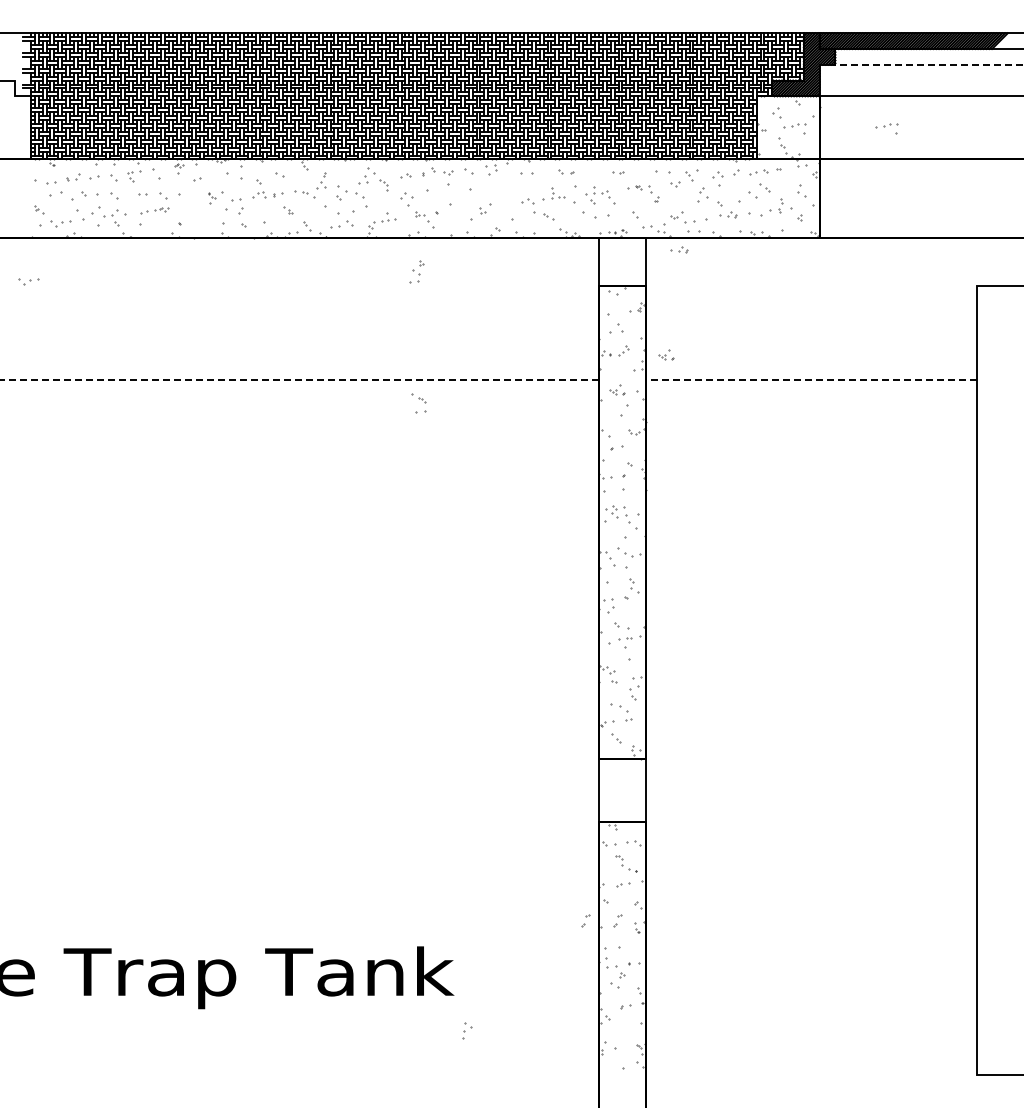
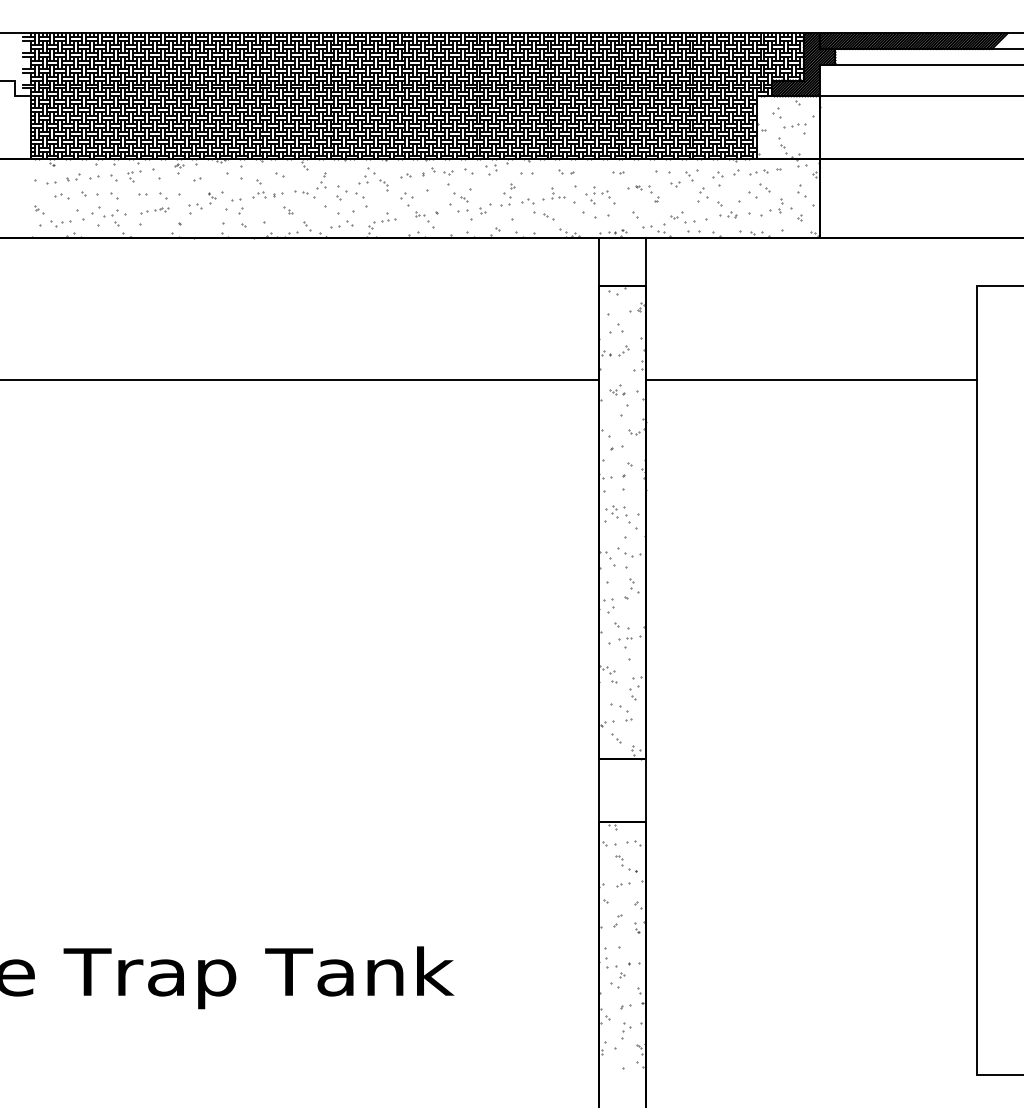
line at (929, 64): dashed -> solid
part at (886, 128): present -> none
part at (61, 195) size: 25x10 px -> 16x7 px
part at (195, 208): none -> present
part at (679, 249): present -> none
part at (416, 271) position: (416, 271) -> (507, 194)
part at (28, 281): present -> none
part at (666, 354): present -> none
line at (299, 380): dashed -> solid
line at (811, 380): dashed -> solid
part at (418, 403) position: (418, 403) -> (460, 202)
part at (585, 920): present -> none
part at (467, 1030) position: (467, 1030) -> (626, 1030)
